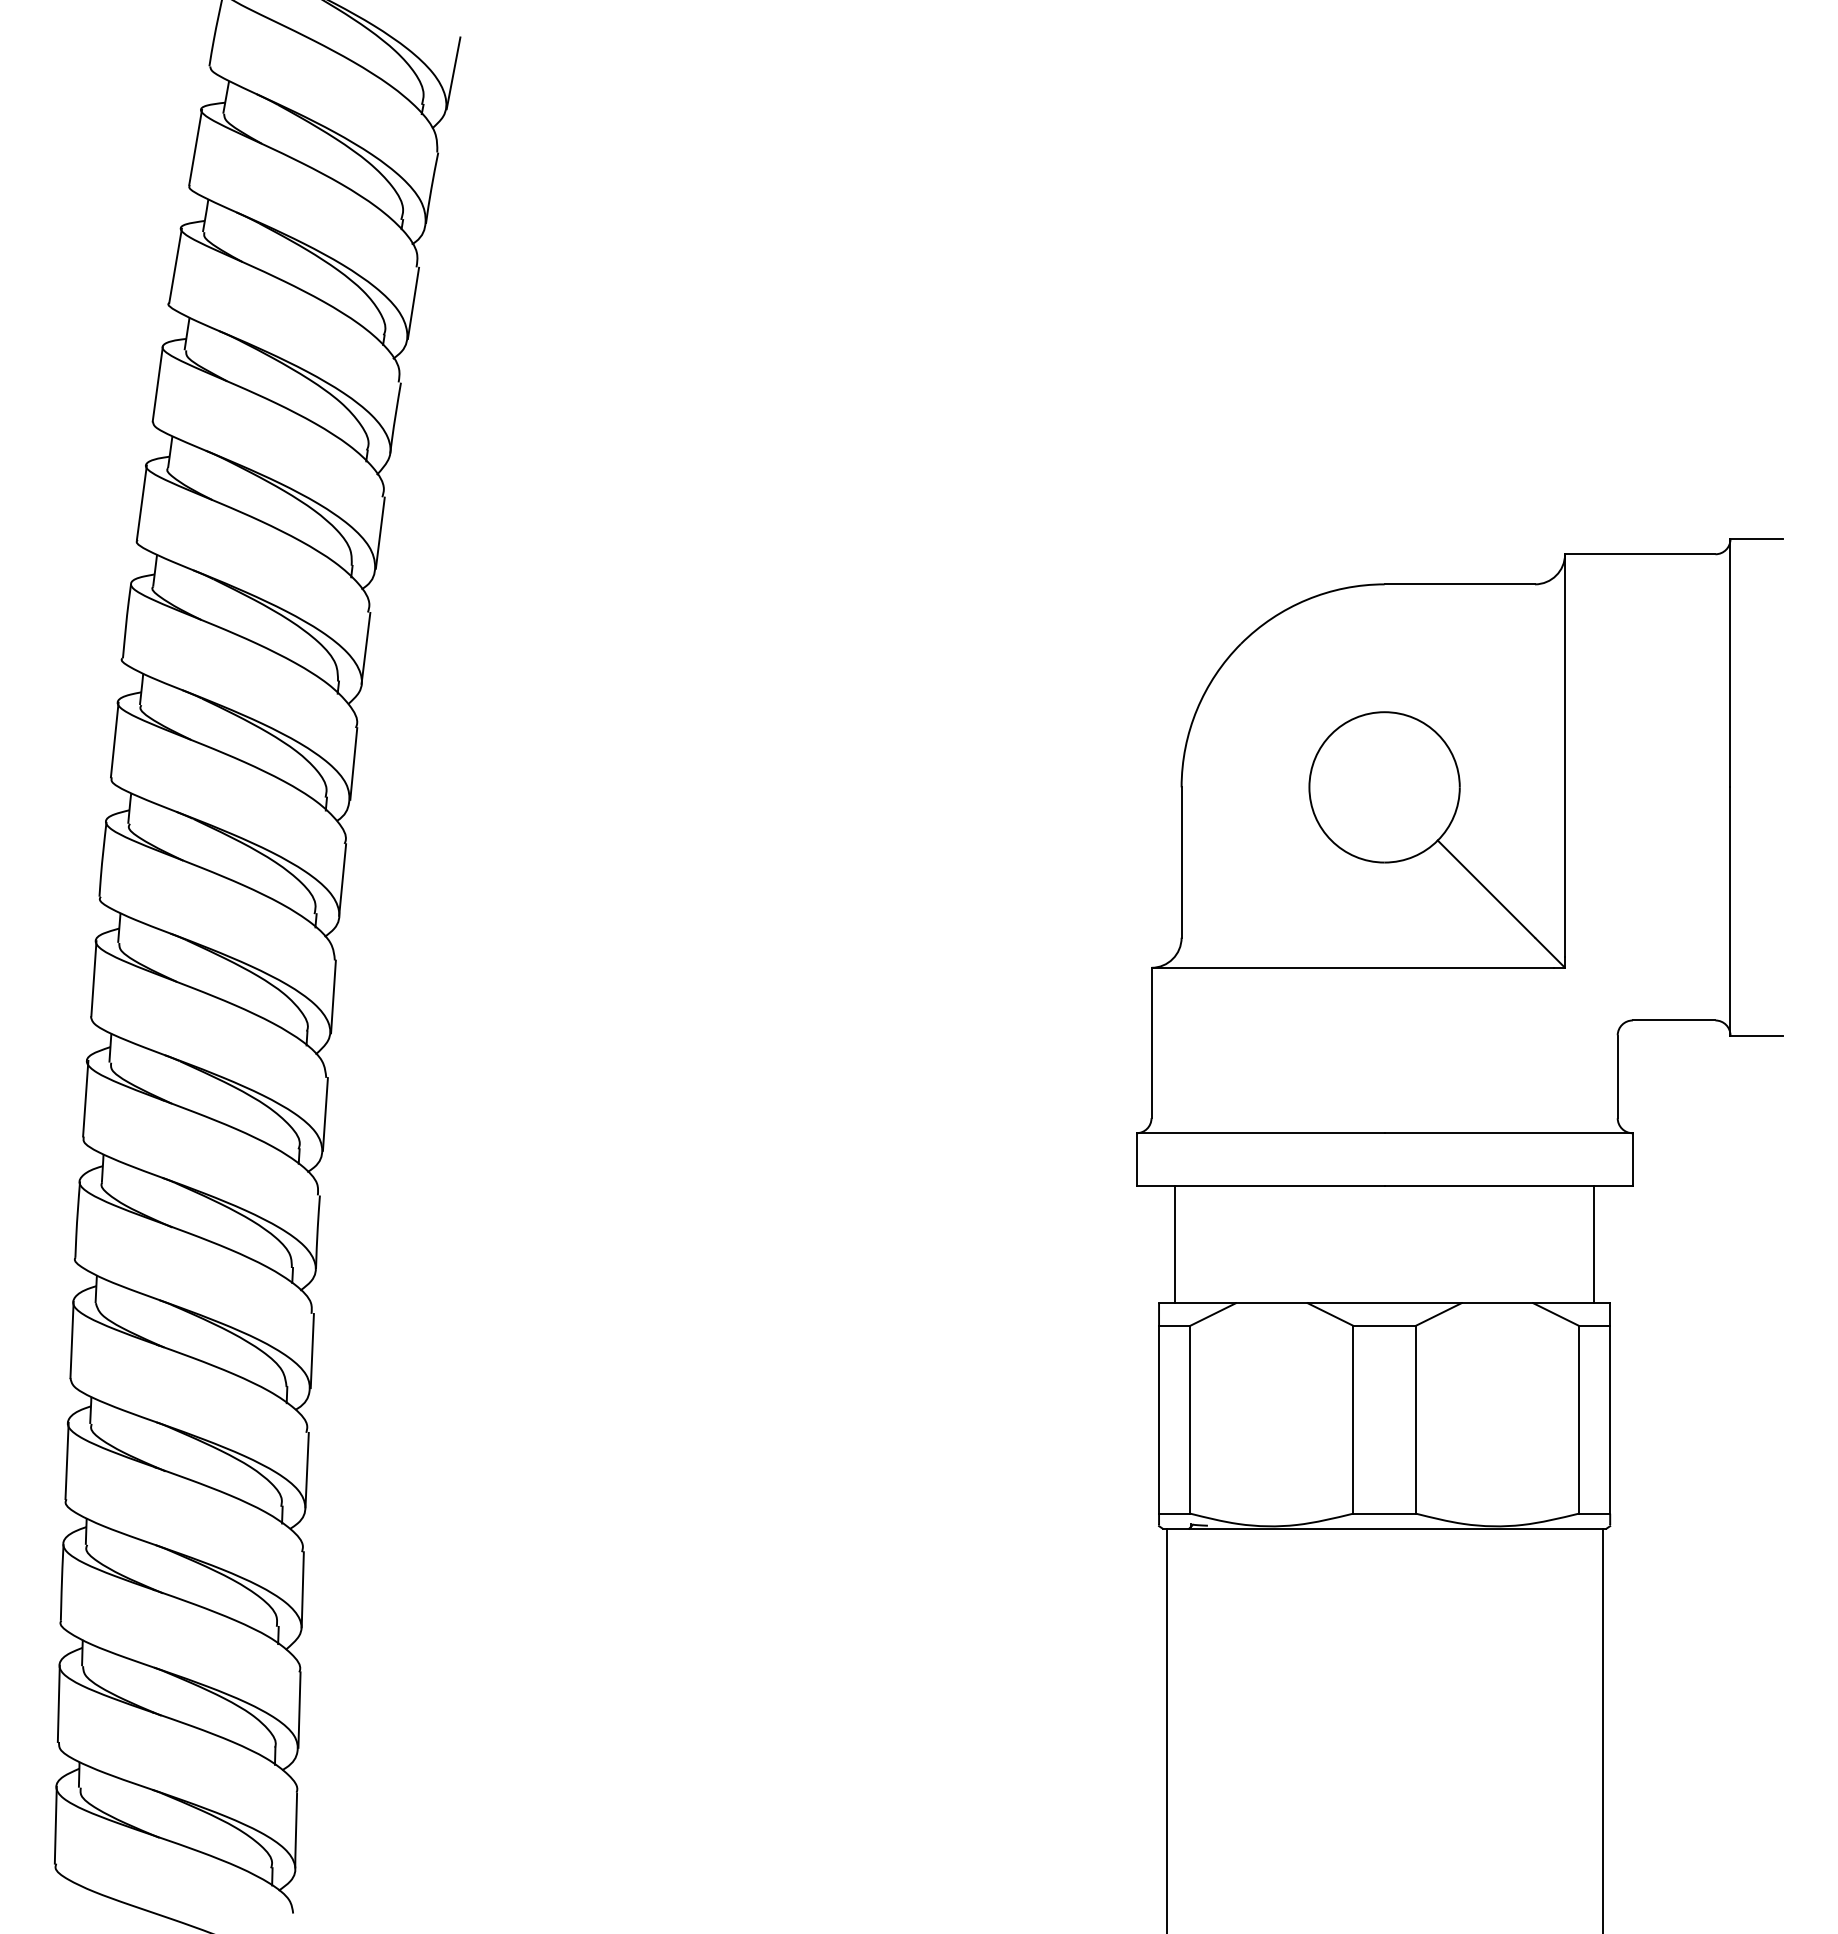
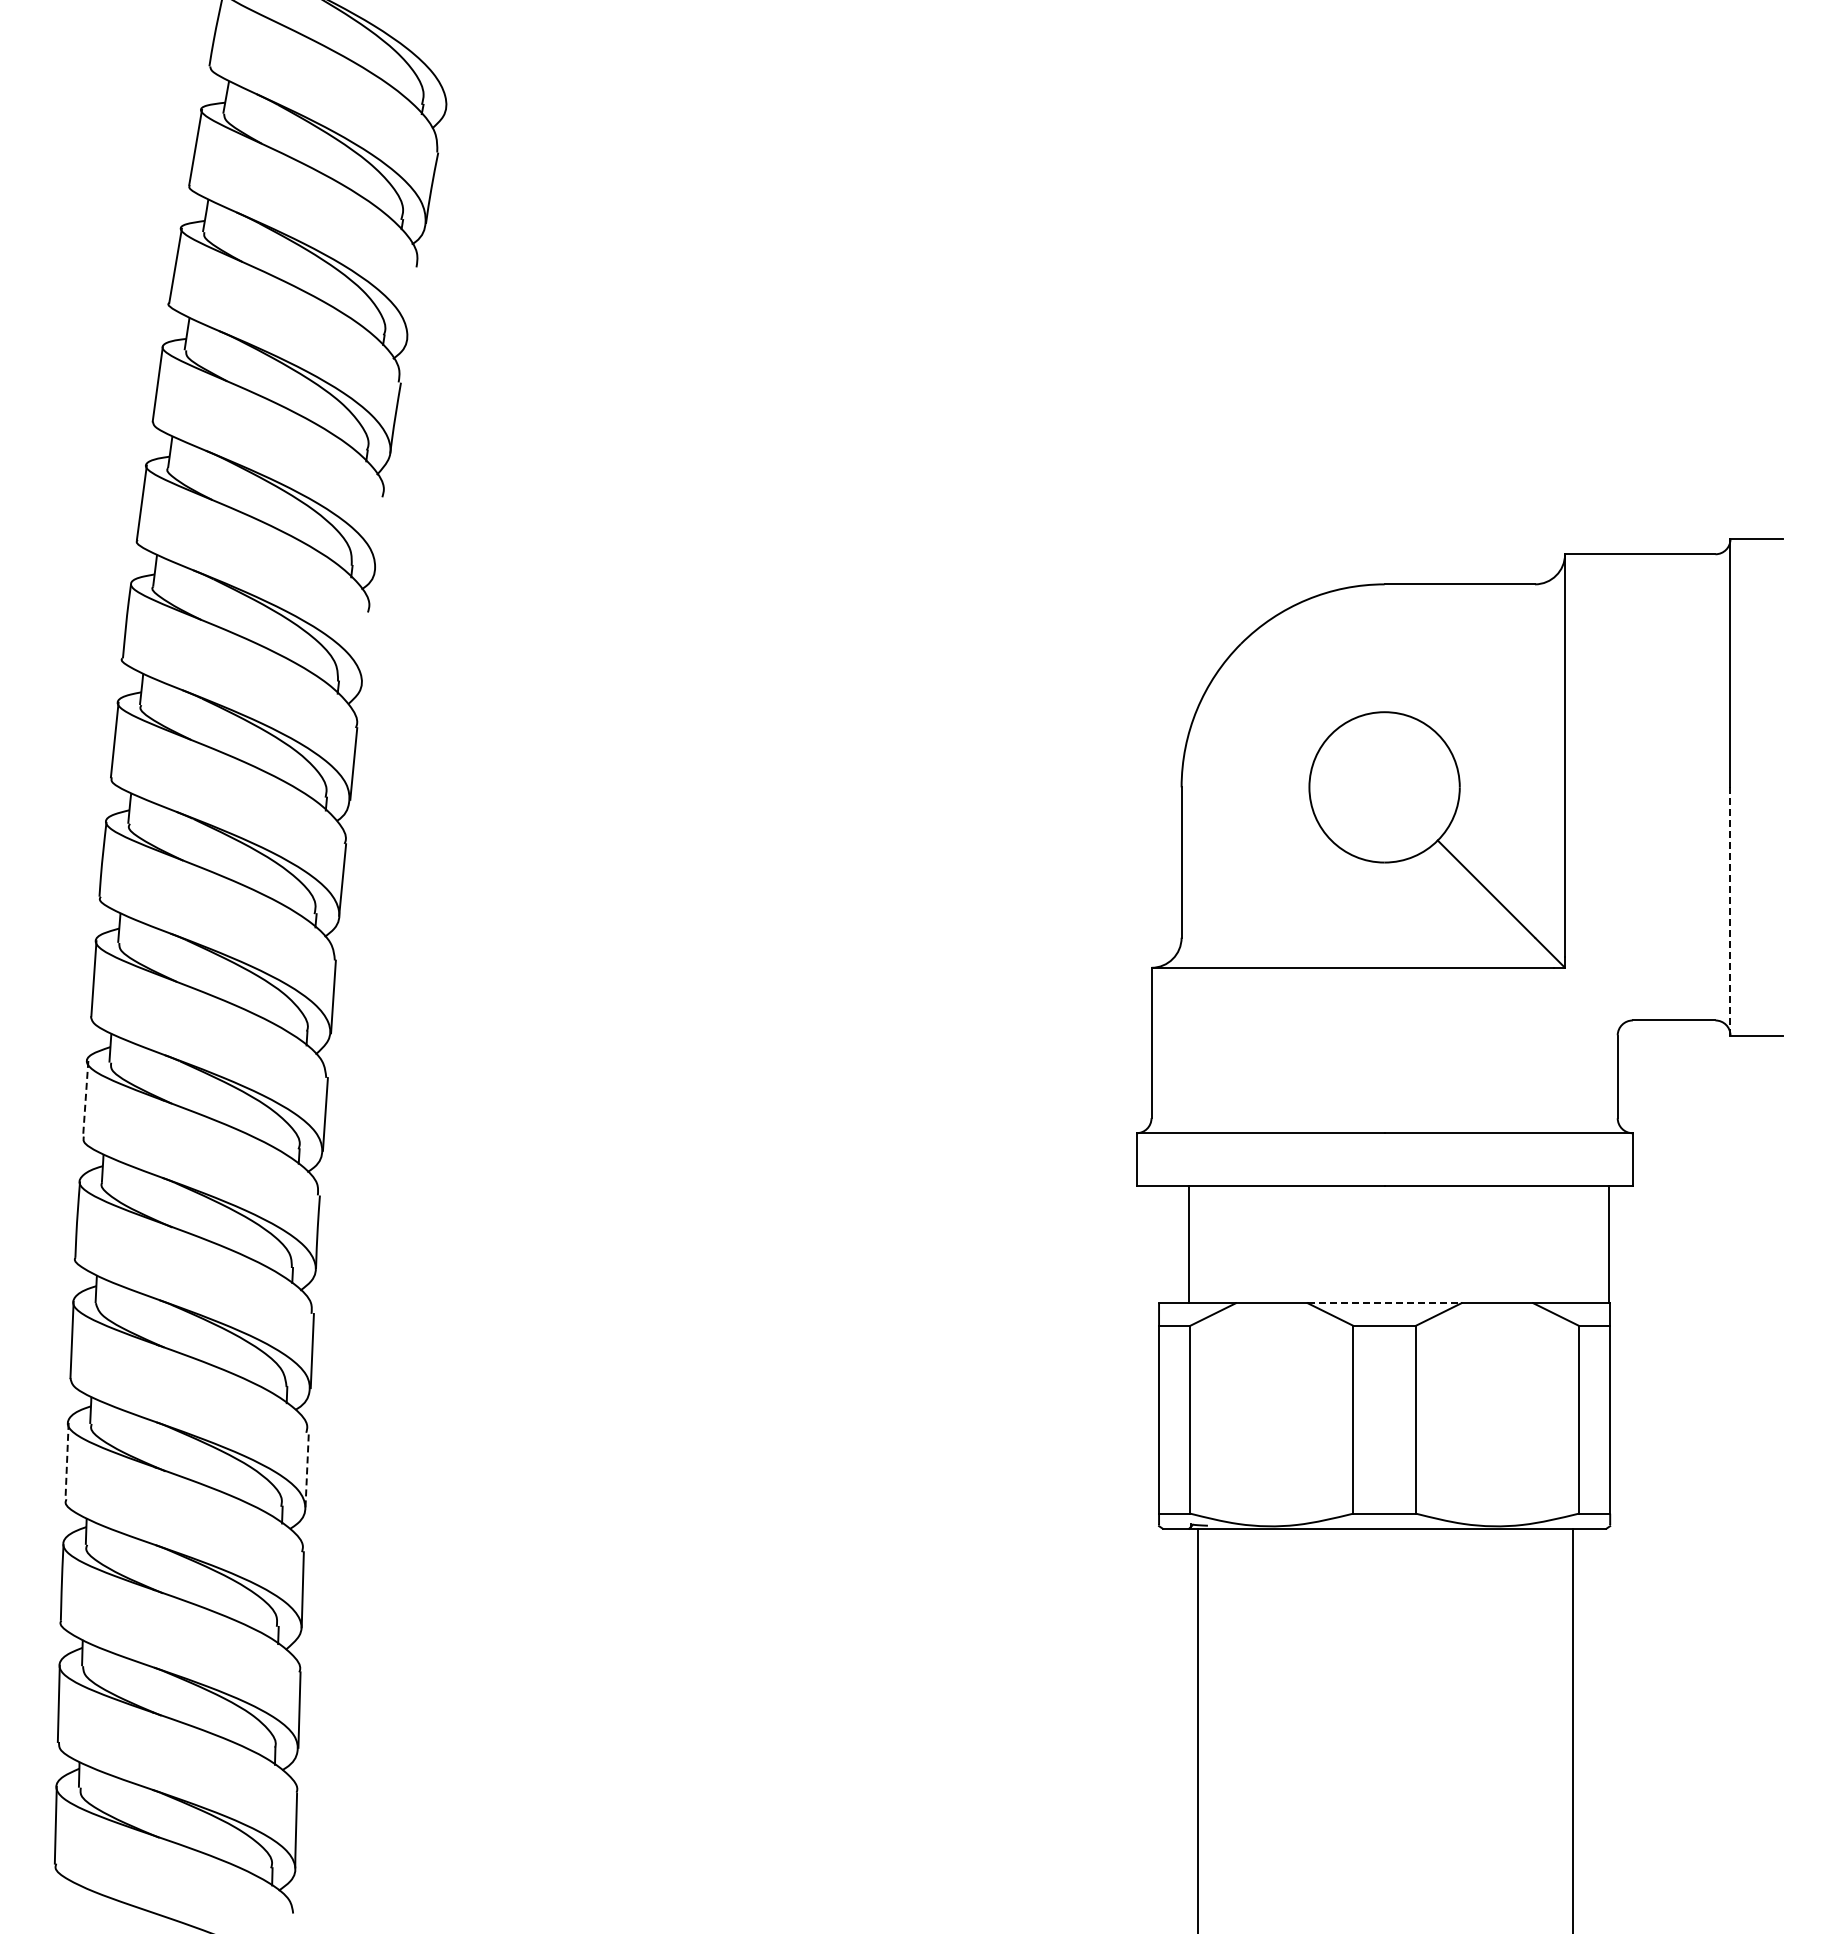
line at (453, 73): present -> none
line at (413, 302): present -> none
line at (379, 532): present -> none
line at (365, 647): present -> none
line at (1730, 910): solid -> dashed
line at (85, 1098): solid -> dashed
line at (1174, 1244) position: (1174, 1244) -> (1188, 1244)
line at (1594, 1244) position: (1594, 1244) -> (1609, 1244)
line at (1384, 1303): solid -> dashed
line at (67, 1461): solid -> dashed
line at (307, 1469): solid -> dashed
line at (1166, 1729) position: (1166, 1729) -> (1197, 1729)
line at (1602, 1729) position: (1602, 1729) -> (1572, 1729)
